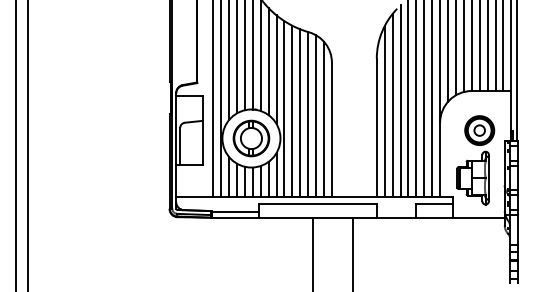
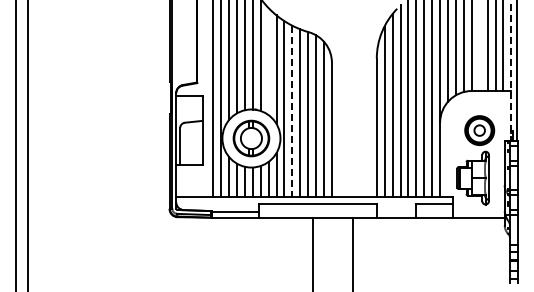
line at (479, 46): present -> none
line at (268, 61): present -> none
line at (511, 71): solid -> dashed
line at (292, 111): solid -> dashed
